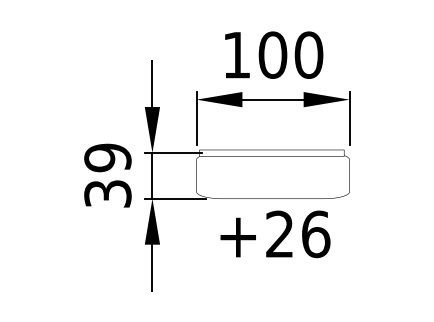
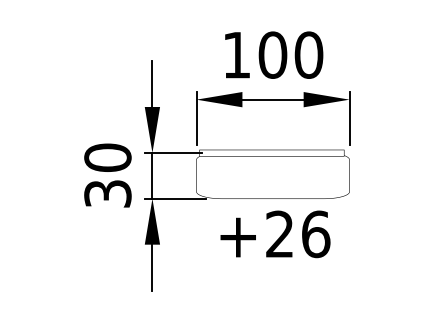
text at (107, 157): 39 -> 30
